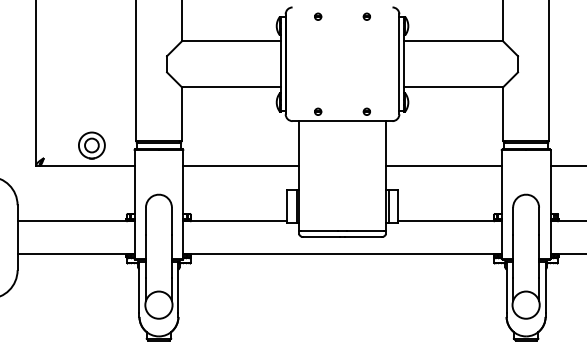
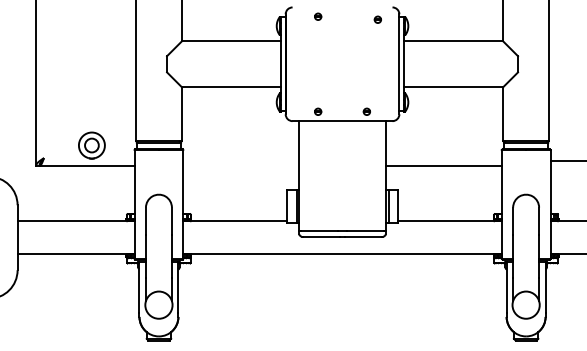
part at (366, 16) position: (366, 16) -> (377, 19)
line at (241, 165): present -> none
line at (566, 165) position: (566, 165) -> (566, 160)
